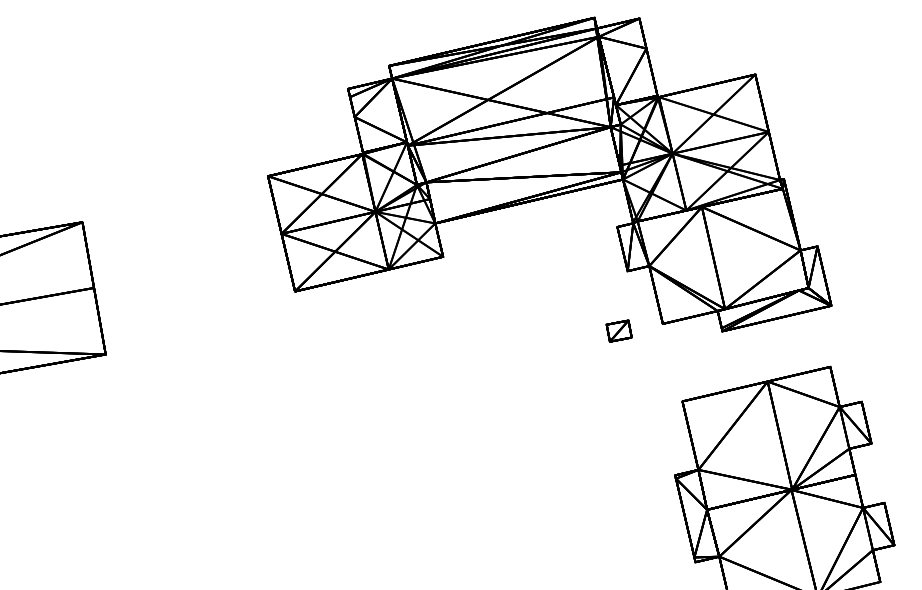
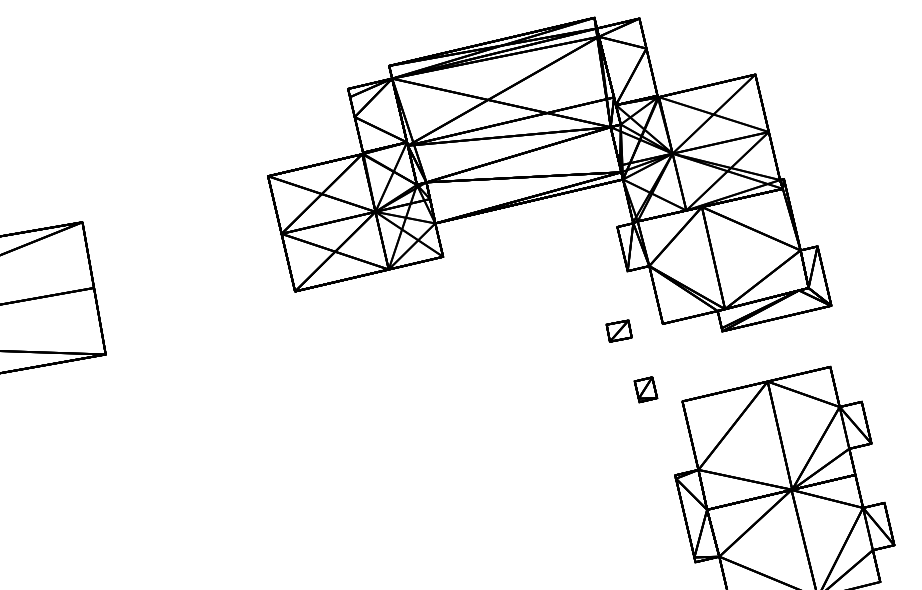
part at (645, 389): none -> present
